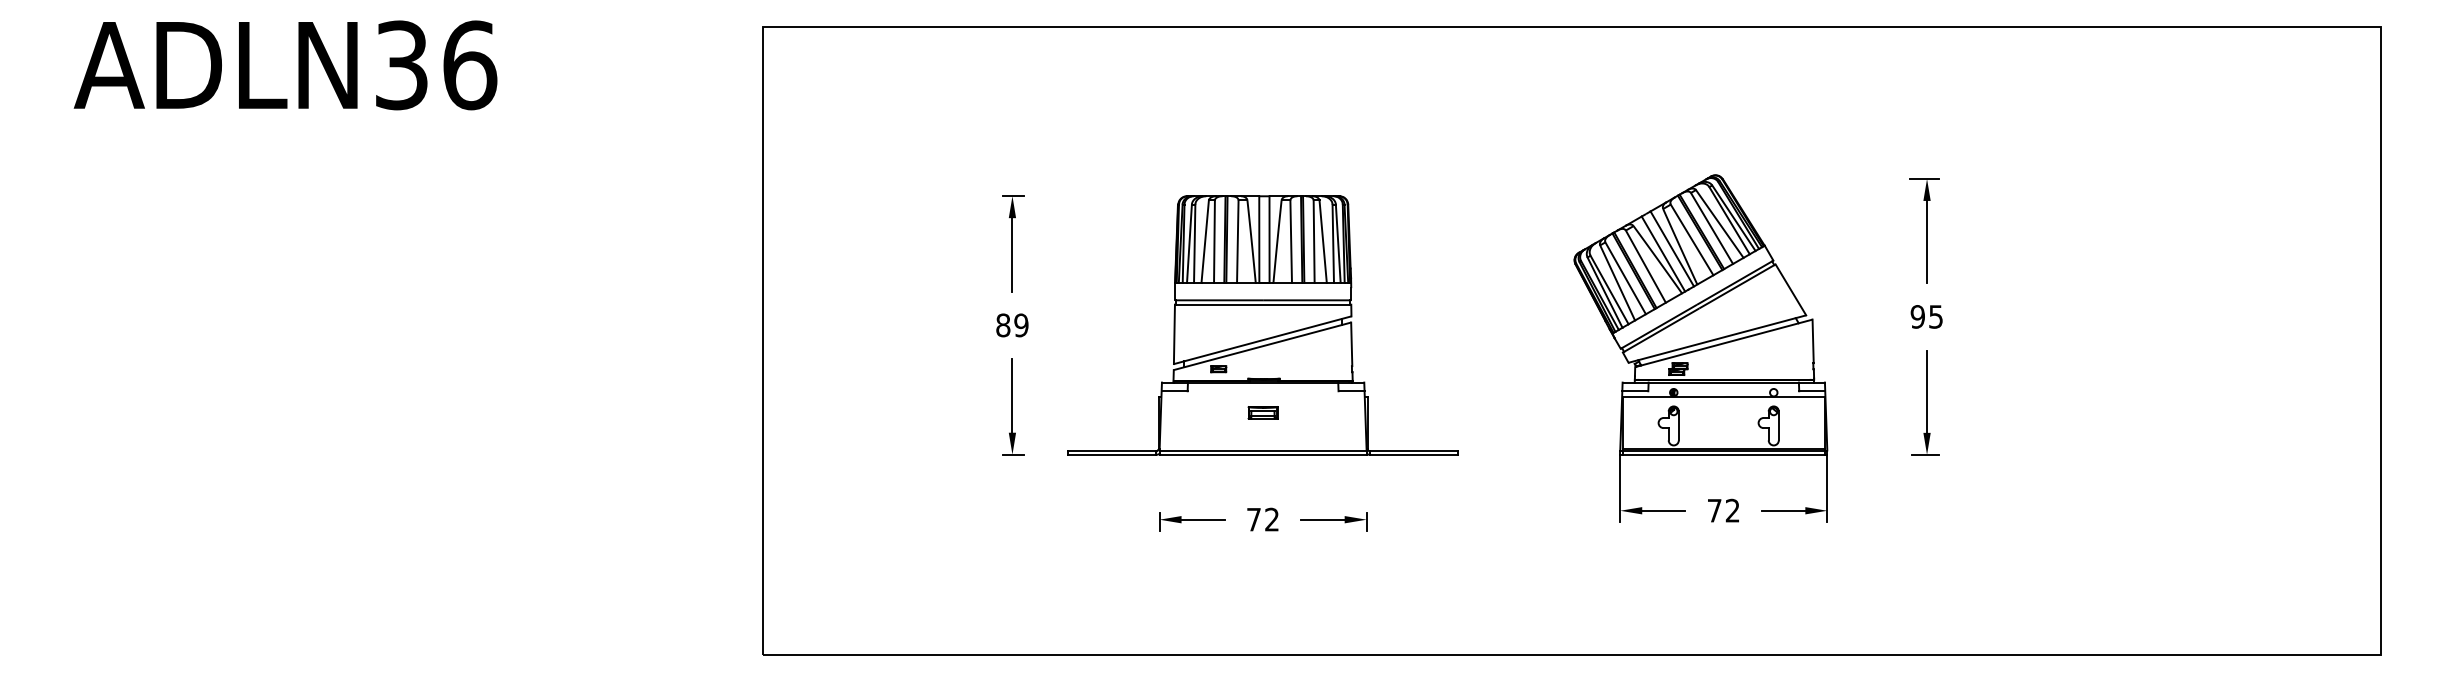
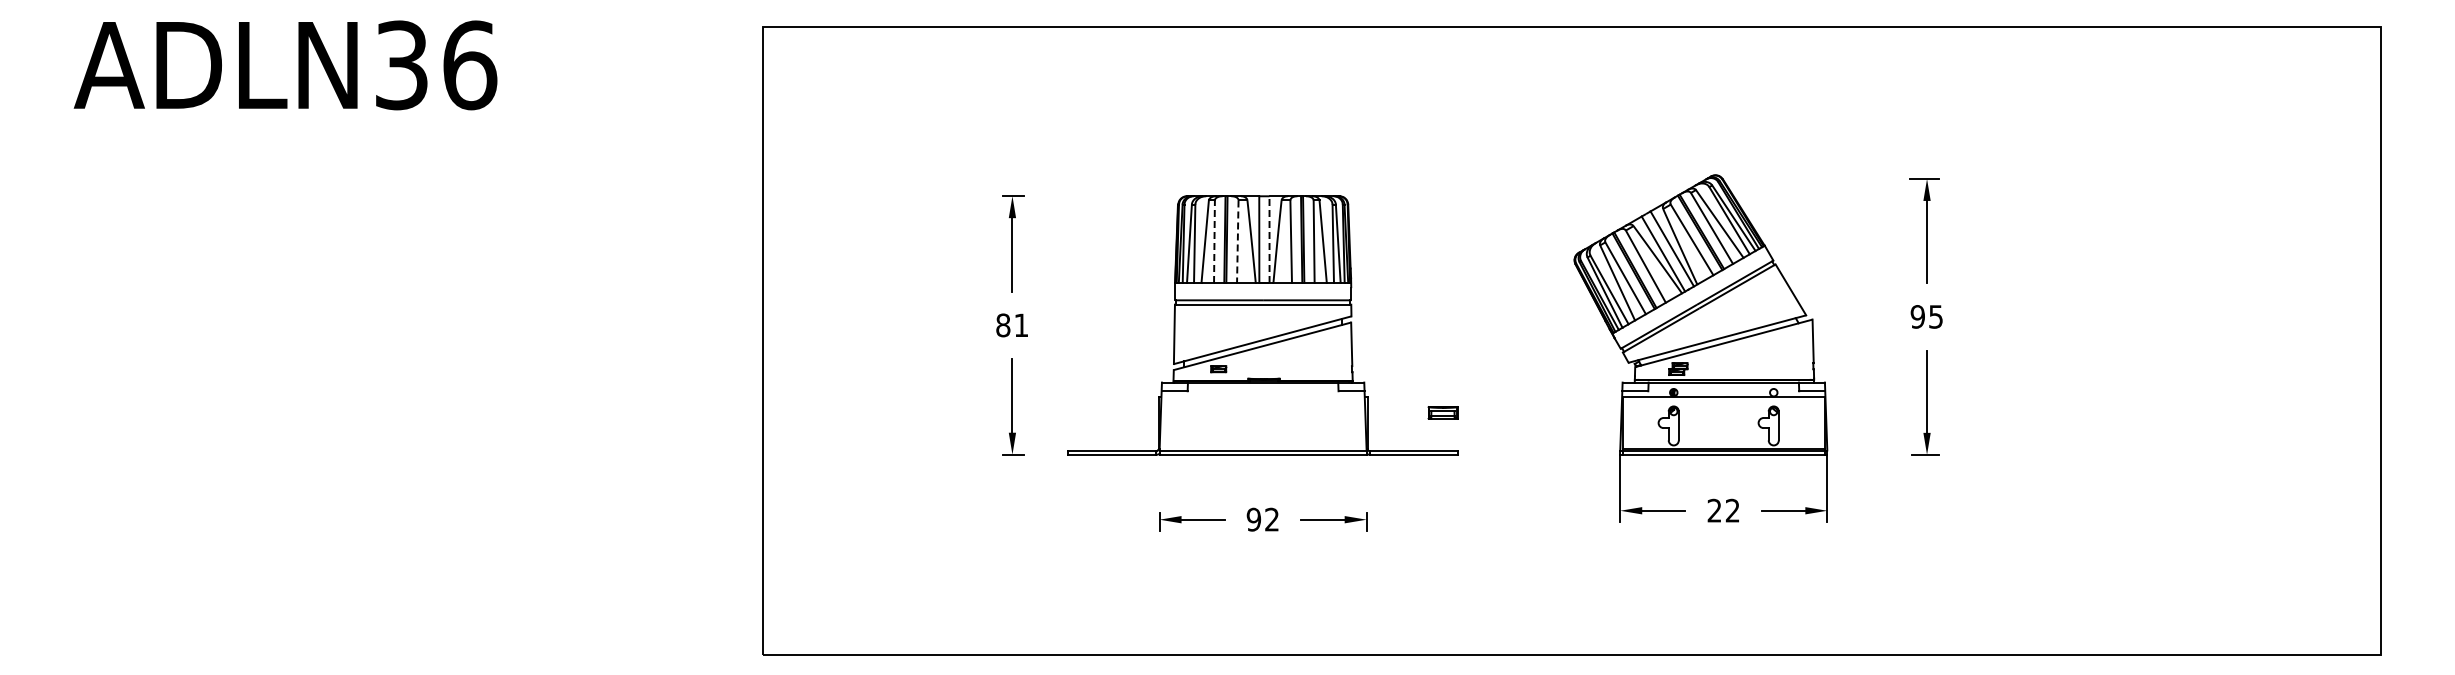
line at (1269, 239): solid -> dashed
line at (1214, 241): solid -> dashed
line at (1237, 242): solid -> dashed
text at (1021, 325): 89 -> 81
part at (1262, 412) position: (1262, 412) -> (1442, 412)
text at (1714, 510): 72 -> 22
text at (1253, 519): 72 -> 92
